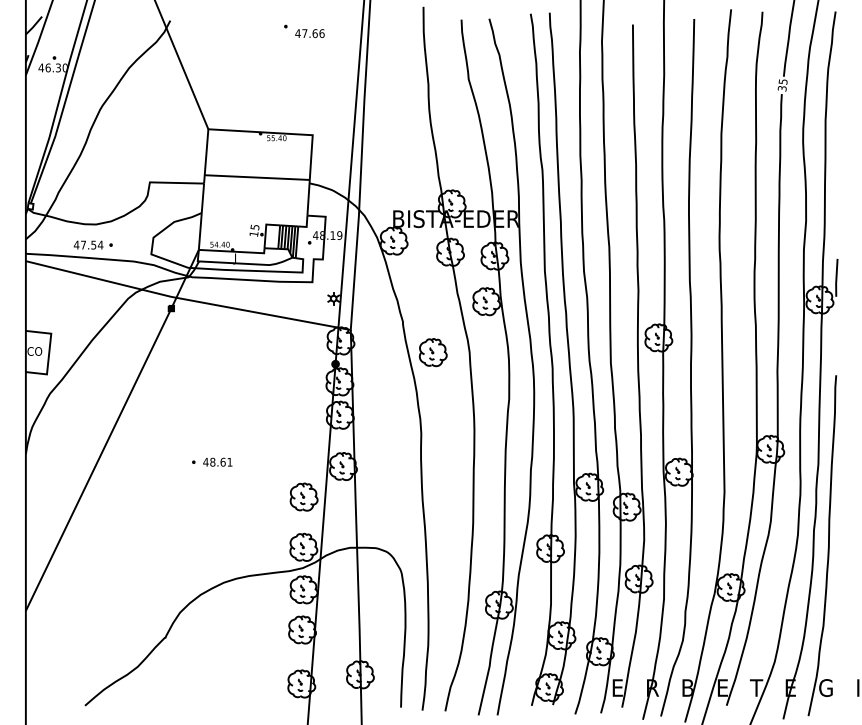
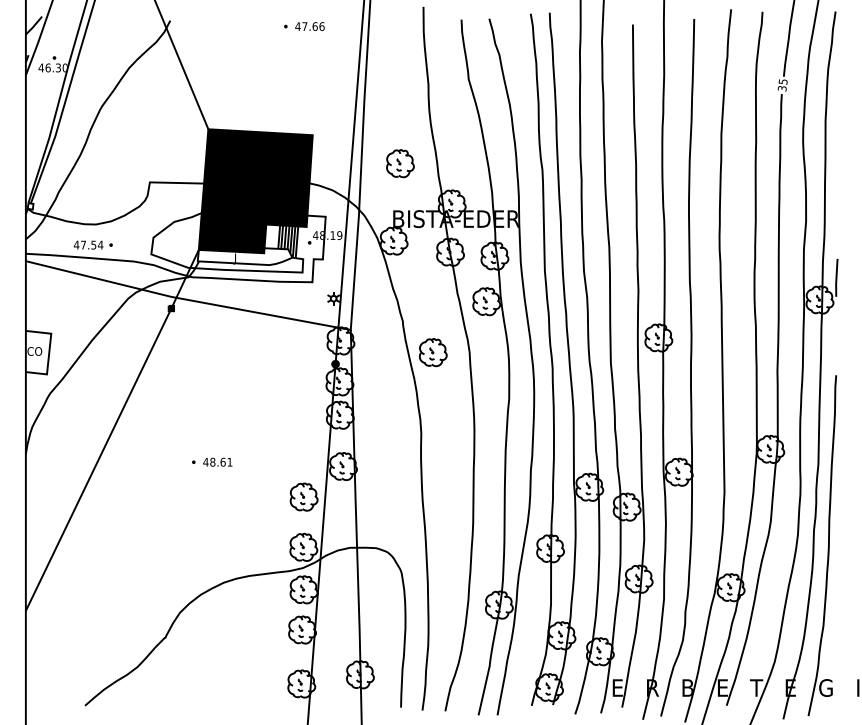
text at (309, 33) position: (309, 33) -> (309, 26)
part at (400, 163): none -> present
fill at (255, 191): none -> present
